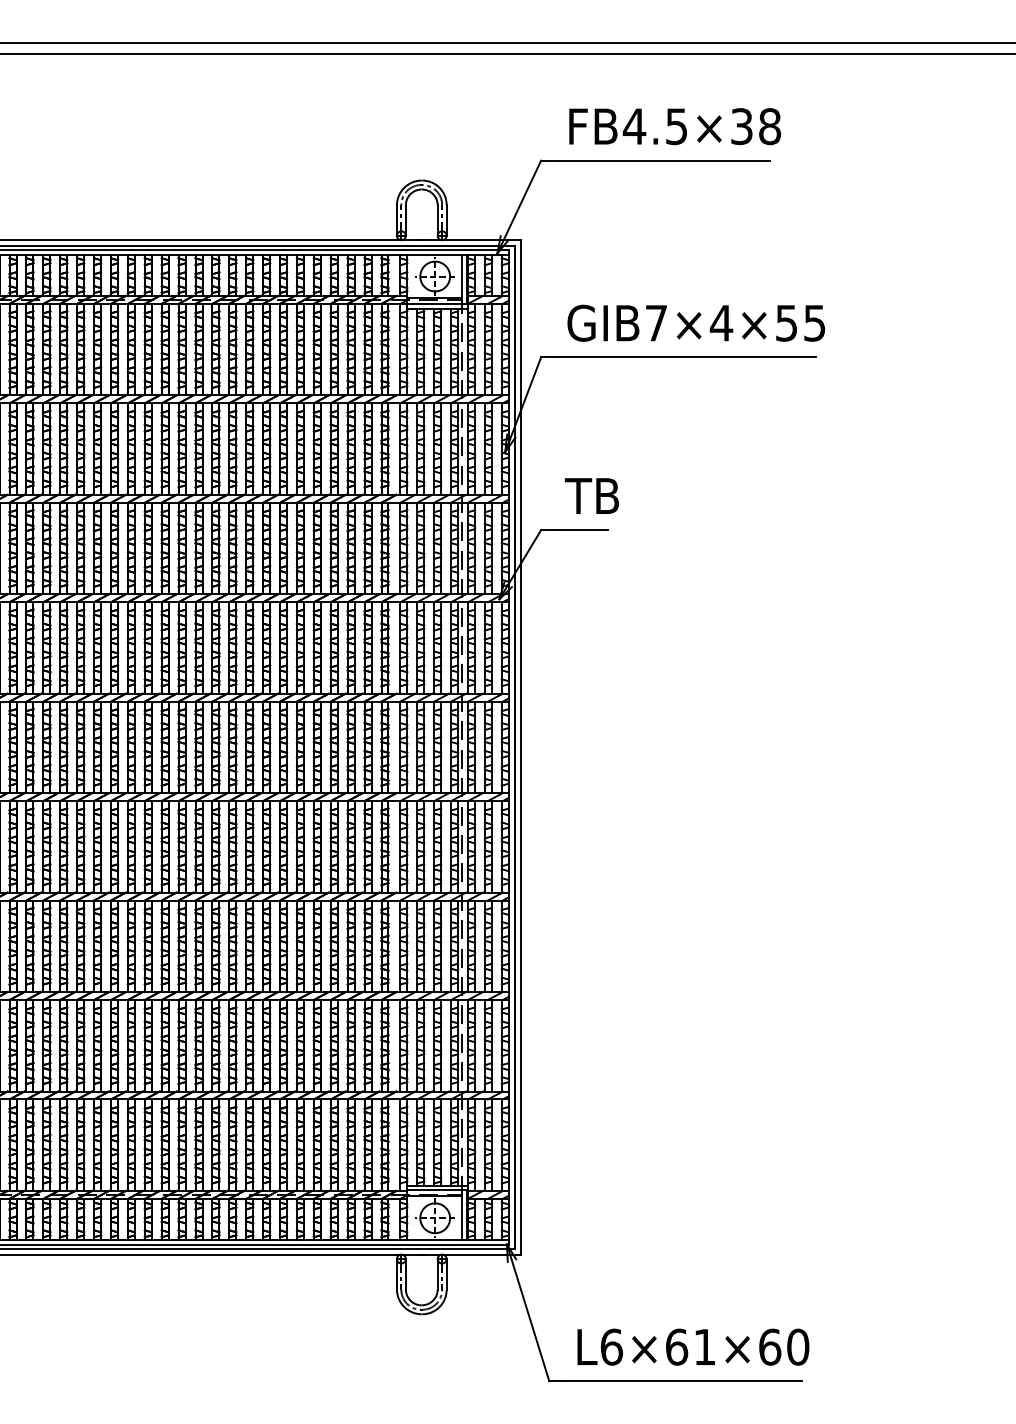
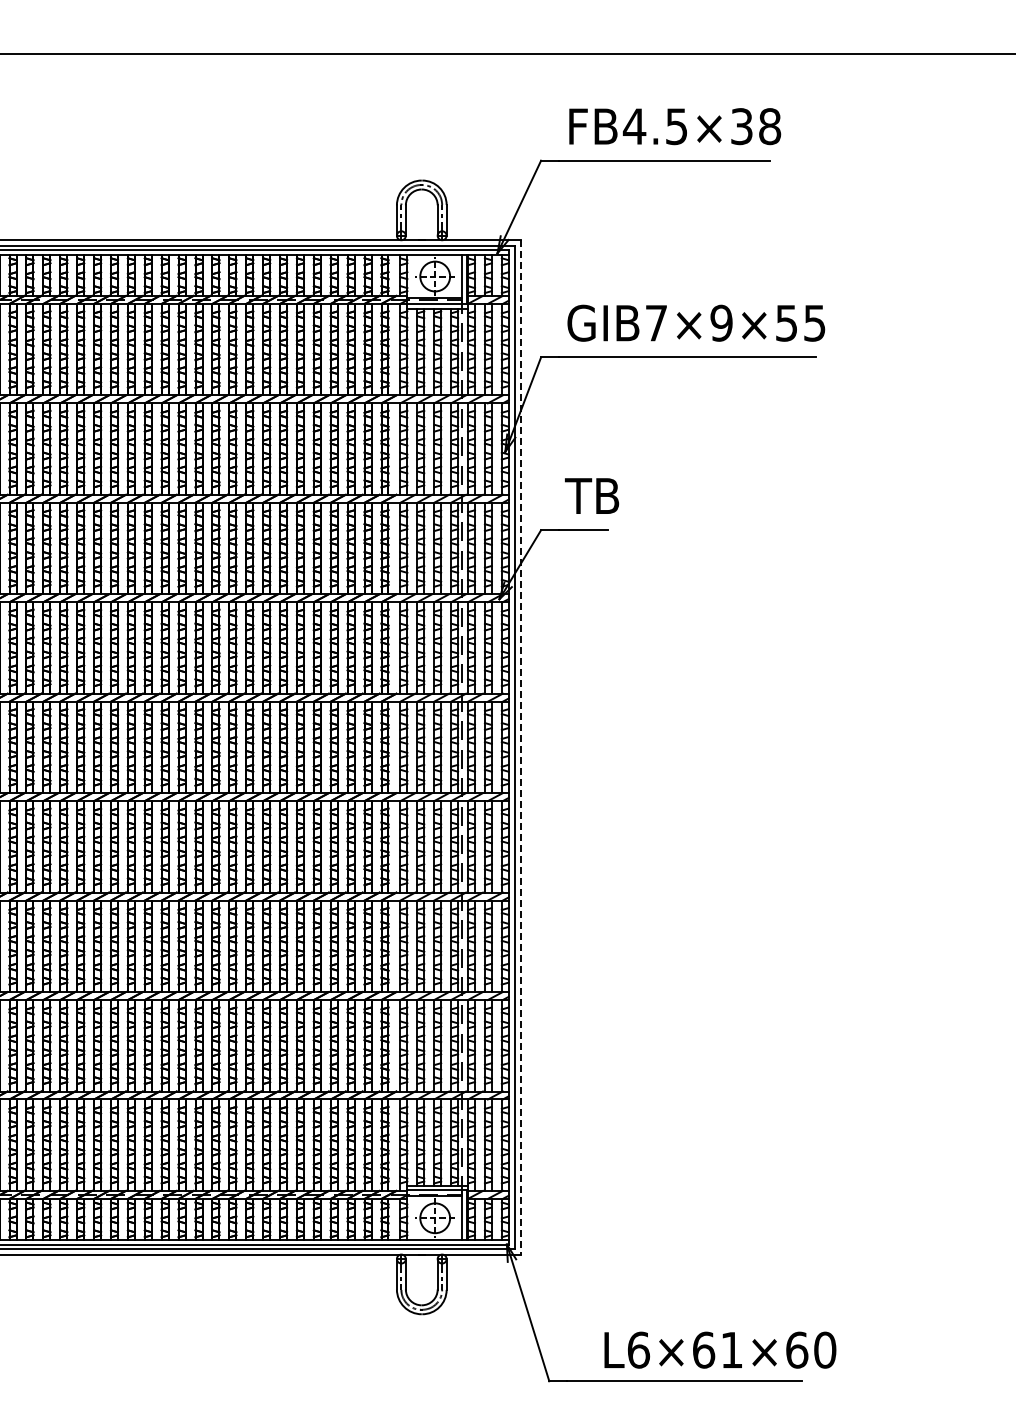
line at (507, 42): present -> none
text at (721, 322): GIB7×4×55 -> GIB7×9×55
line at (521, 747): solid -> dashed
text at (693, 1346) position: (693, 1346) -> (720, 1349)
